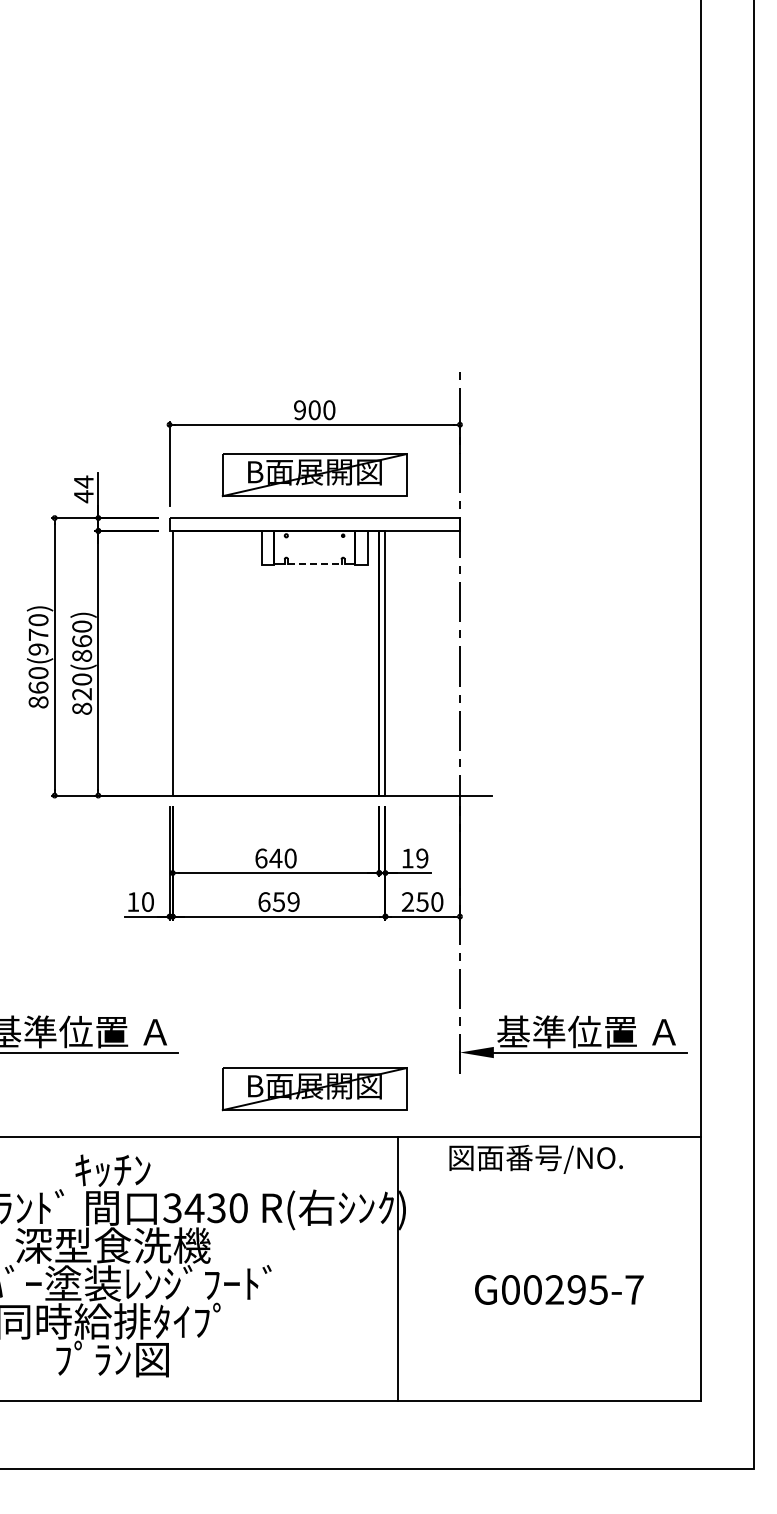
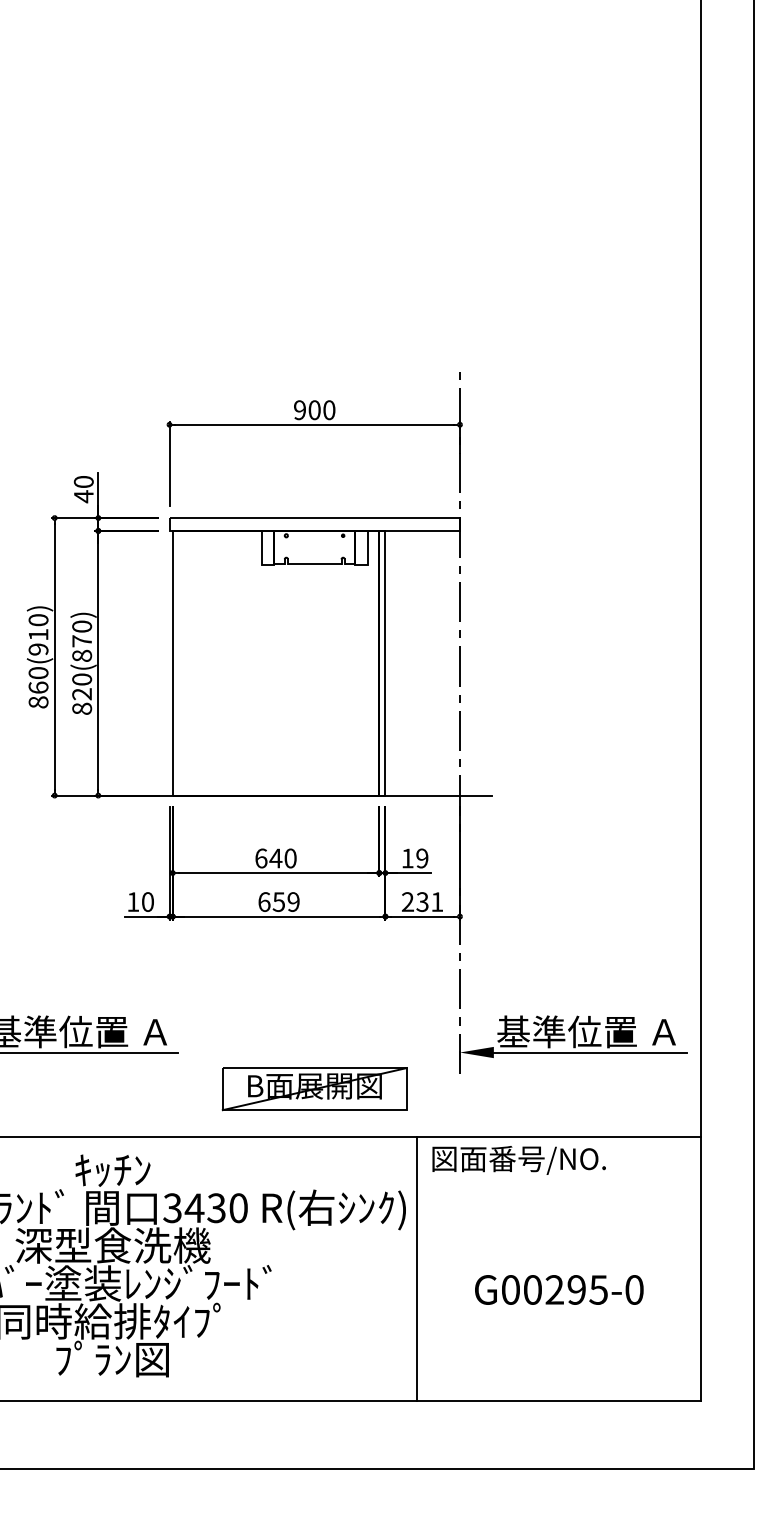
part at (314, 475): present -> none
text at (83, 481): 44 -> 40
line at (314, 564): dashed -> solid
text at (38, 634): 860(970) -> 860(910)
text at (82, 641): 820(860) -> 820(870)
text at (430, 901): 250 -> 231
text at (535, 1159) position: (535, 1159) -> (518, 1160)
line at (398, 1268) position: (398, 1268) -> (417, 1268)
text at (634, 1289): G00295-7 -> G00295-0
